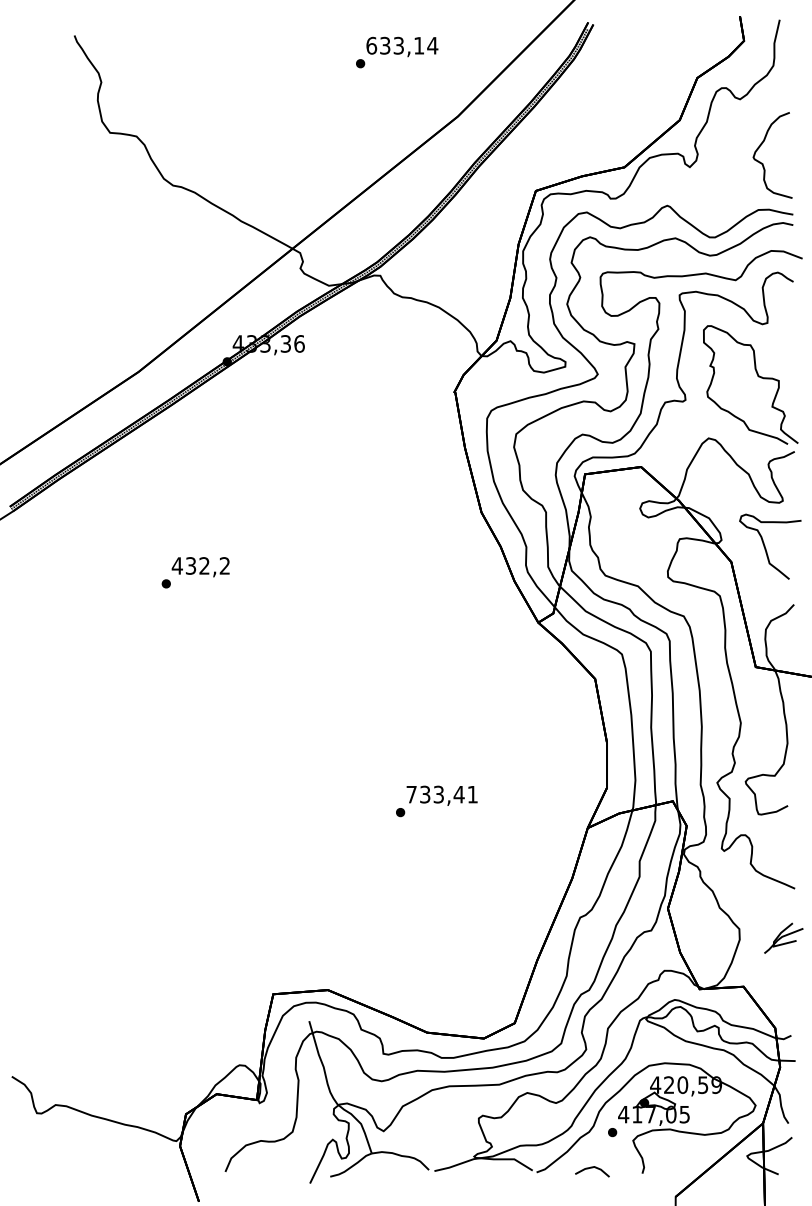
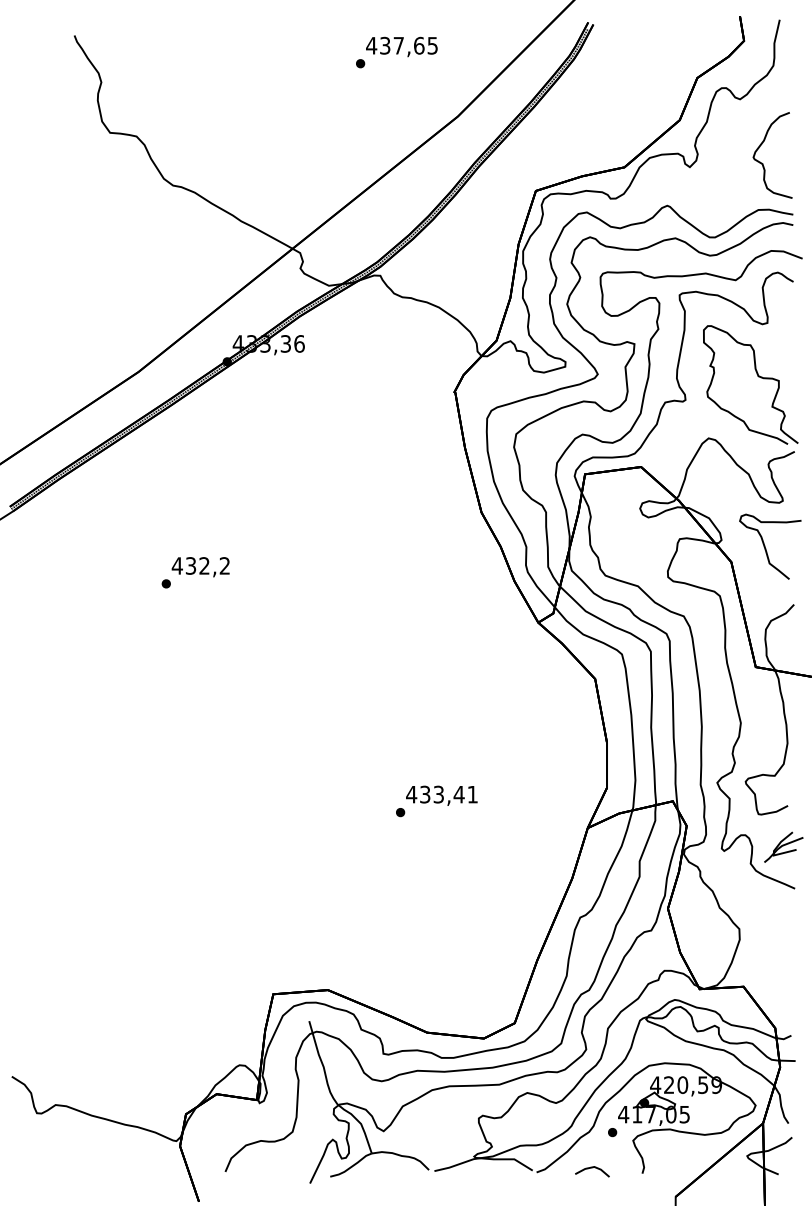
text at (402, 45): 633,14 -> 437,65
text at (411, 794): 733,41 -> 433,41
part at (783, 937) position: (783, 937) -> (783, 846)
